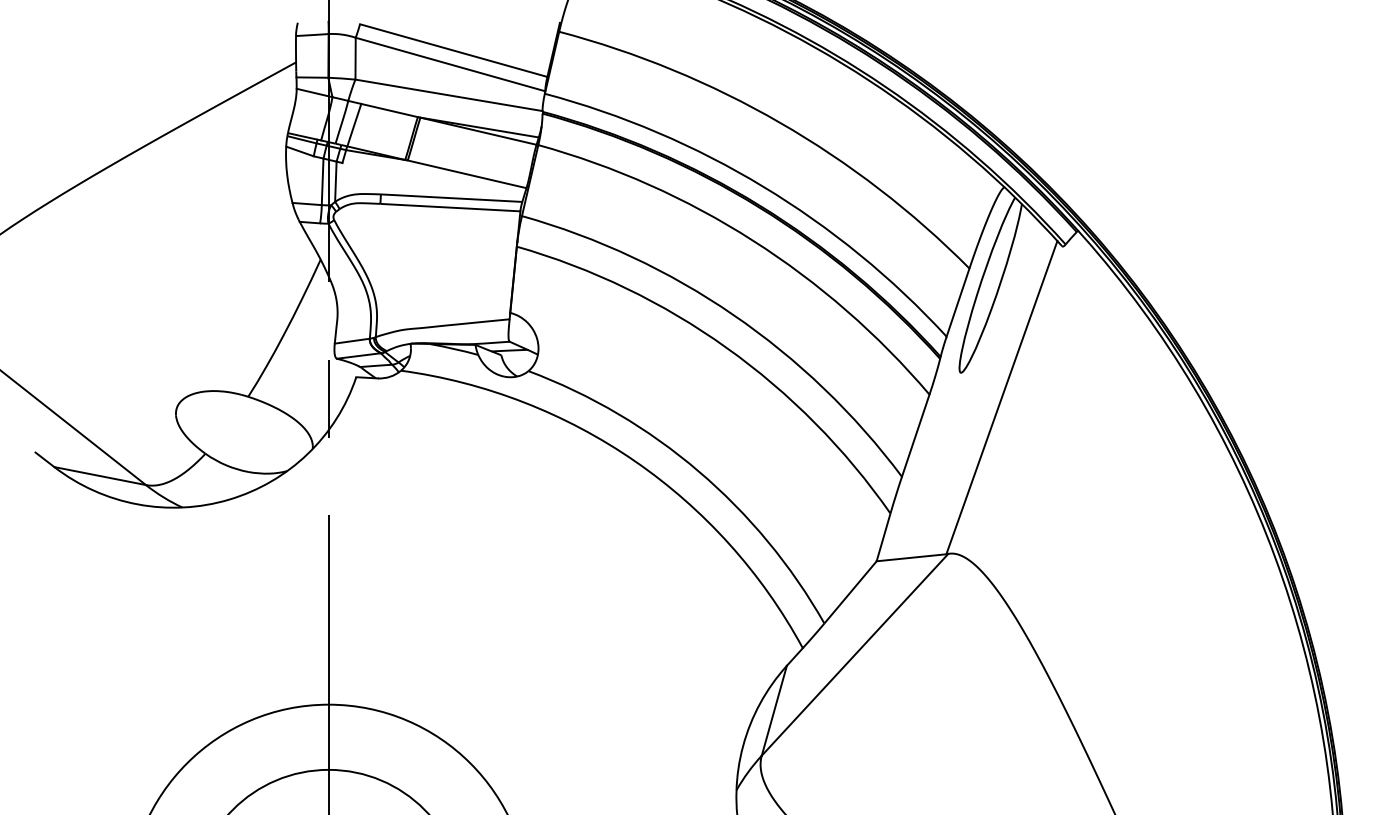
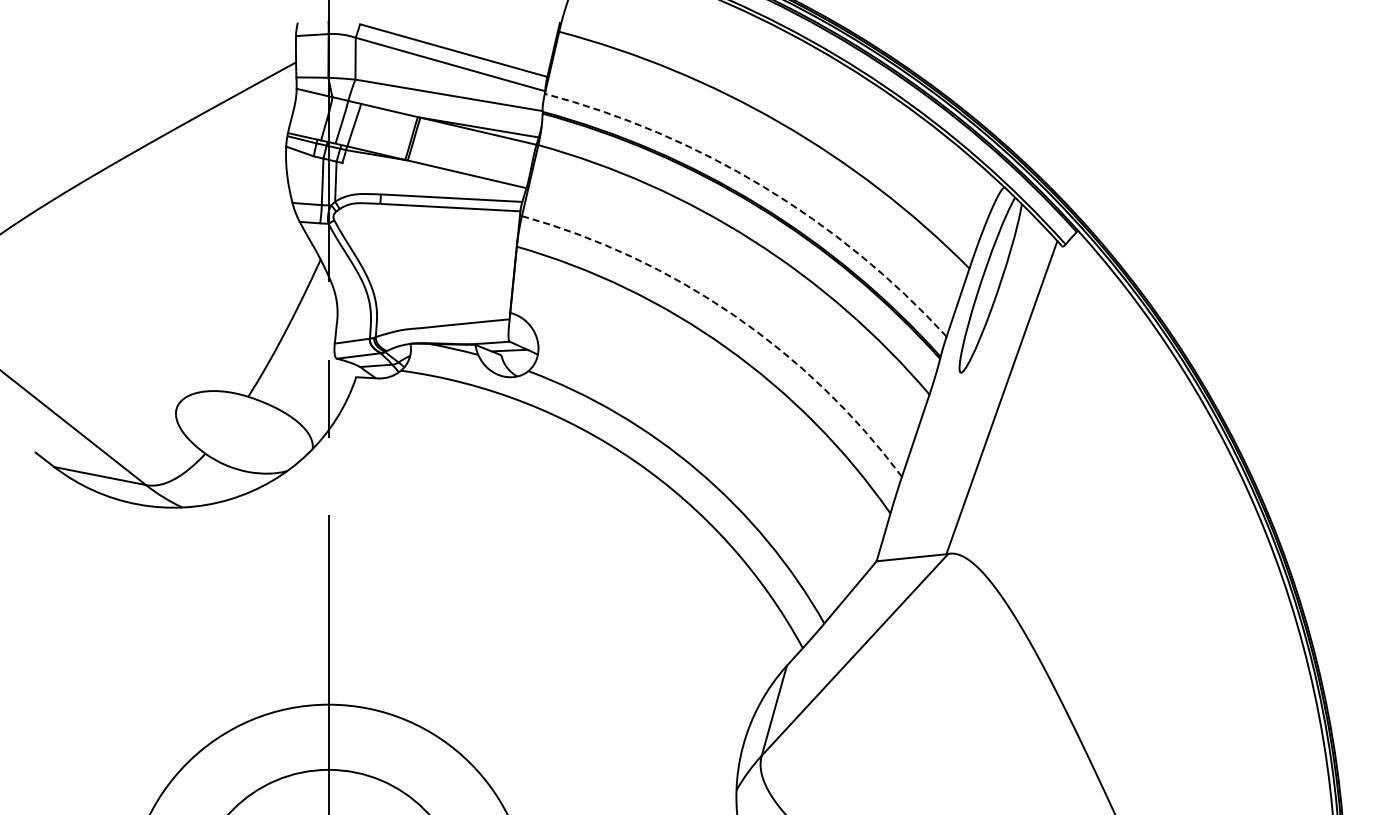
arc at (763, 186): solid -> dashed
arc at (733, 315): solid -> dashed
